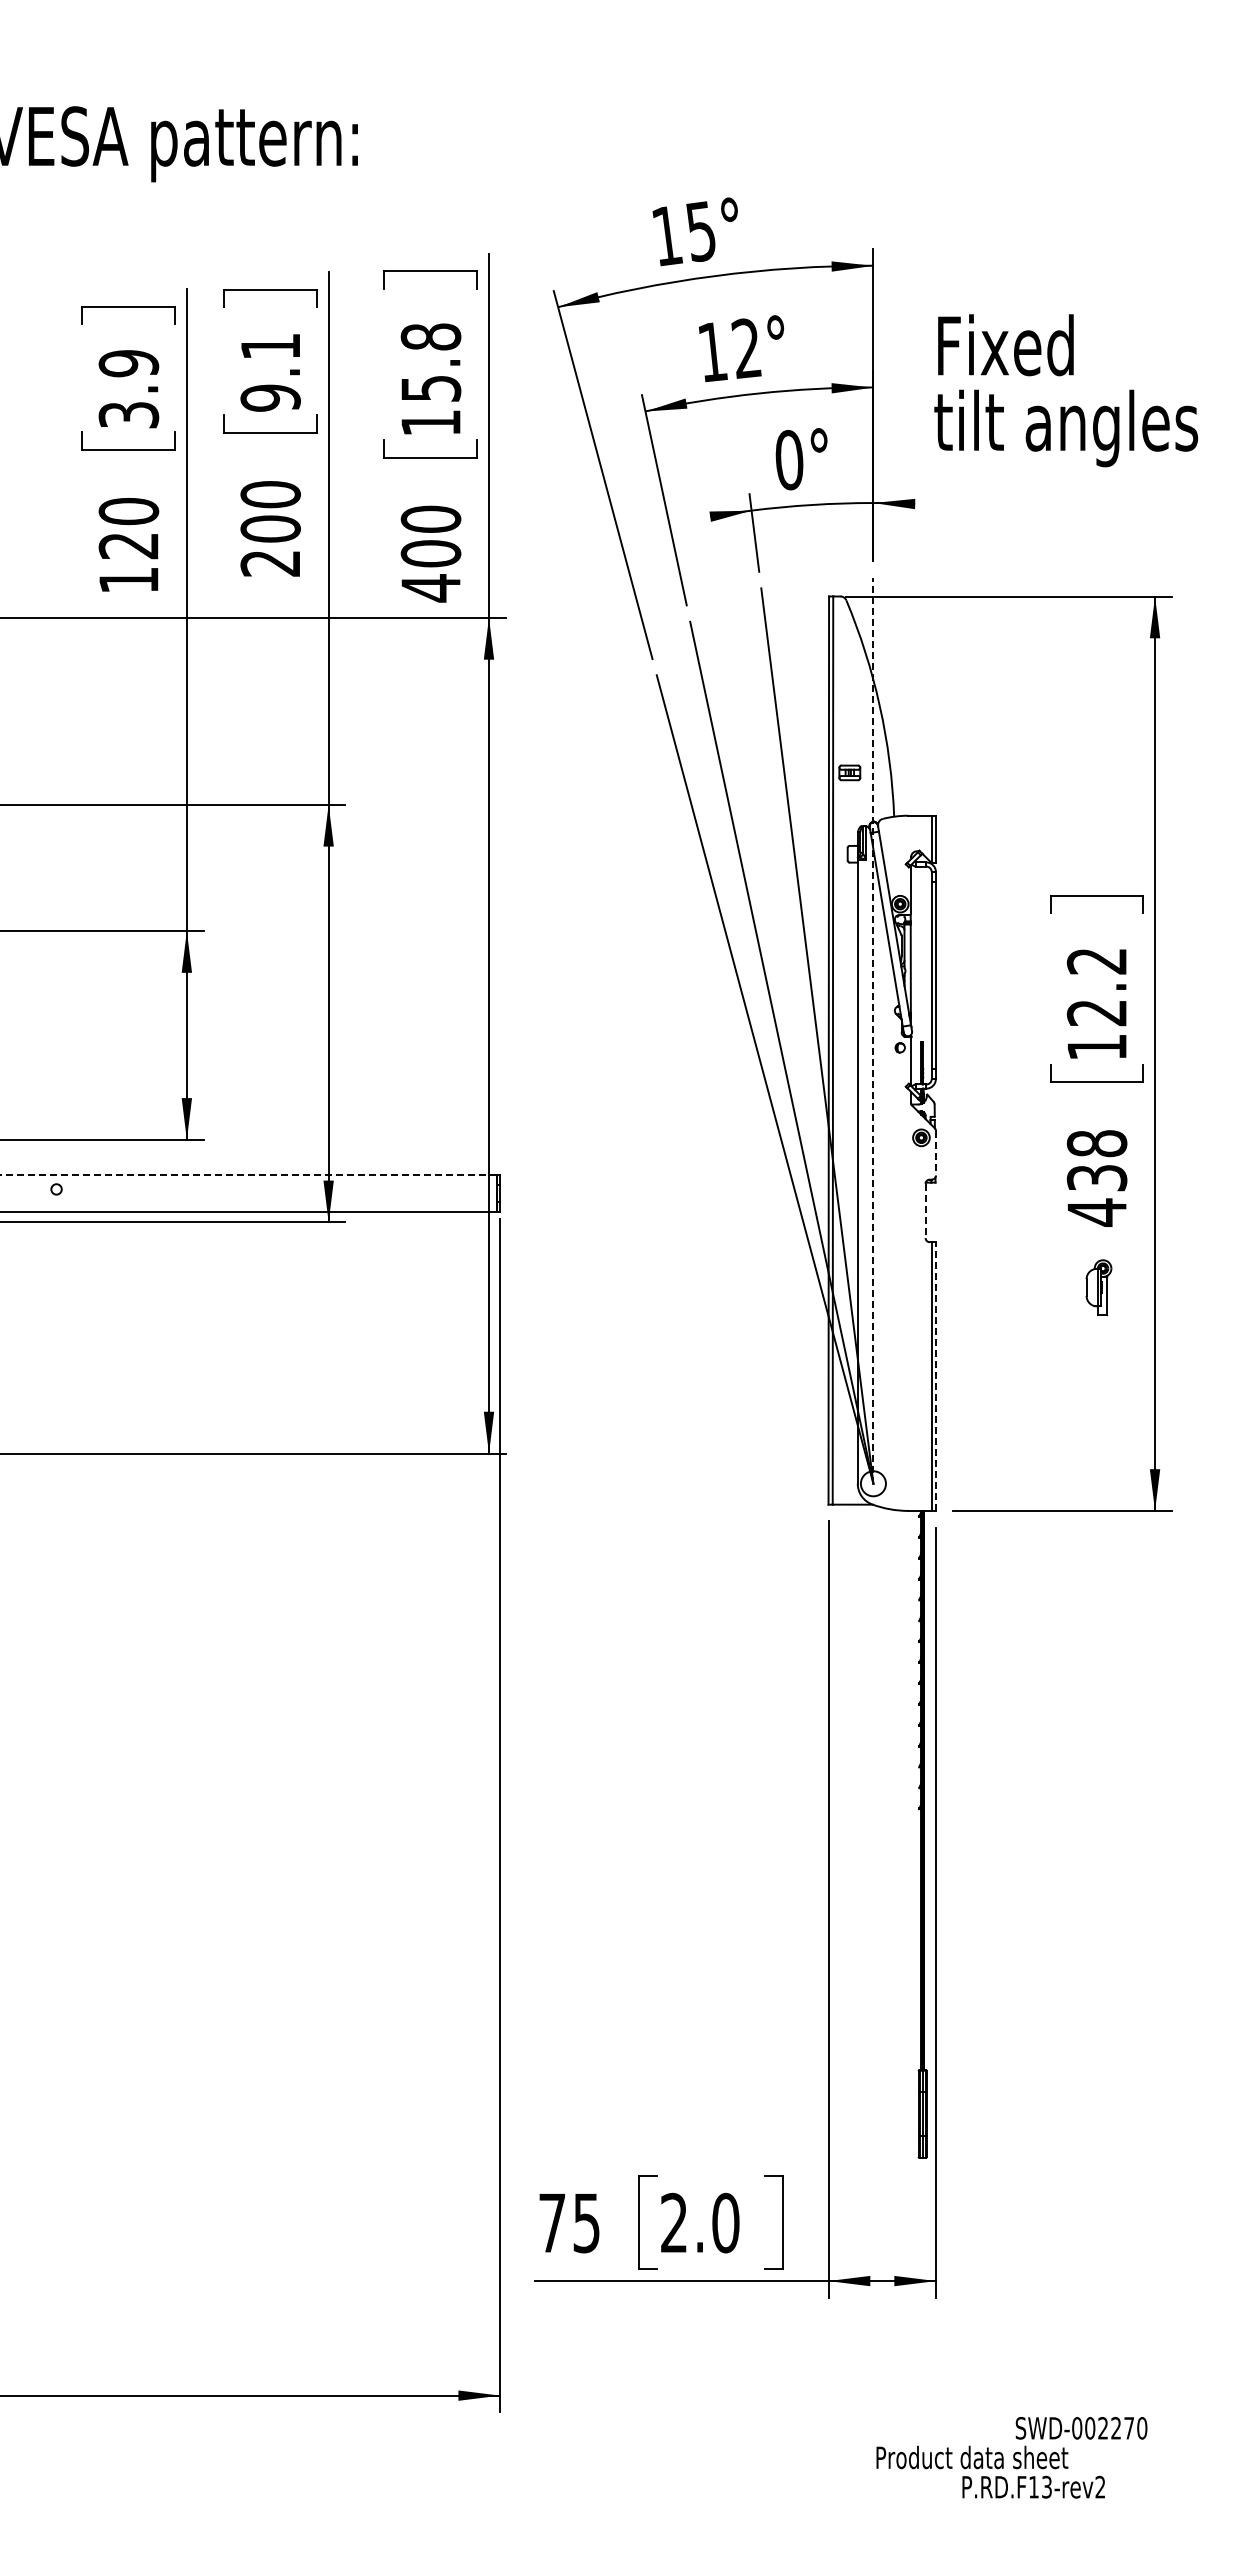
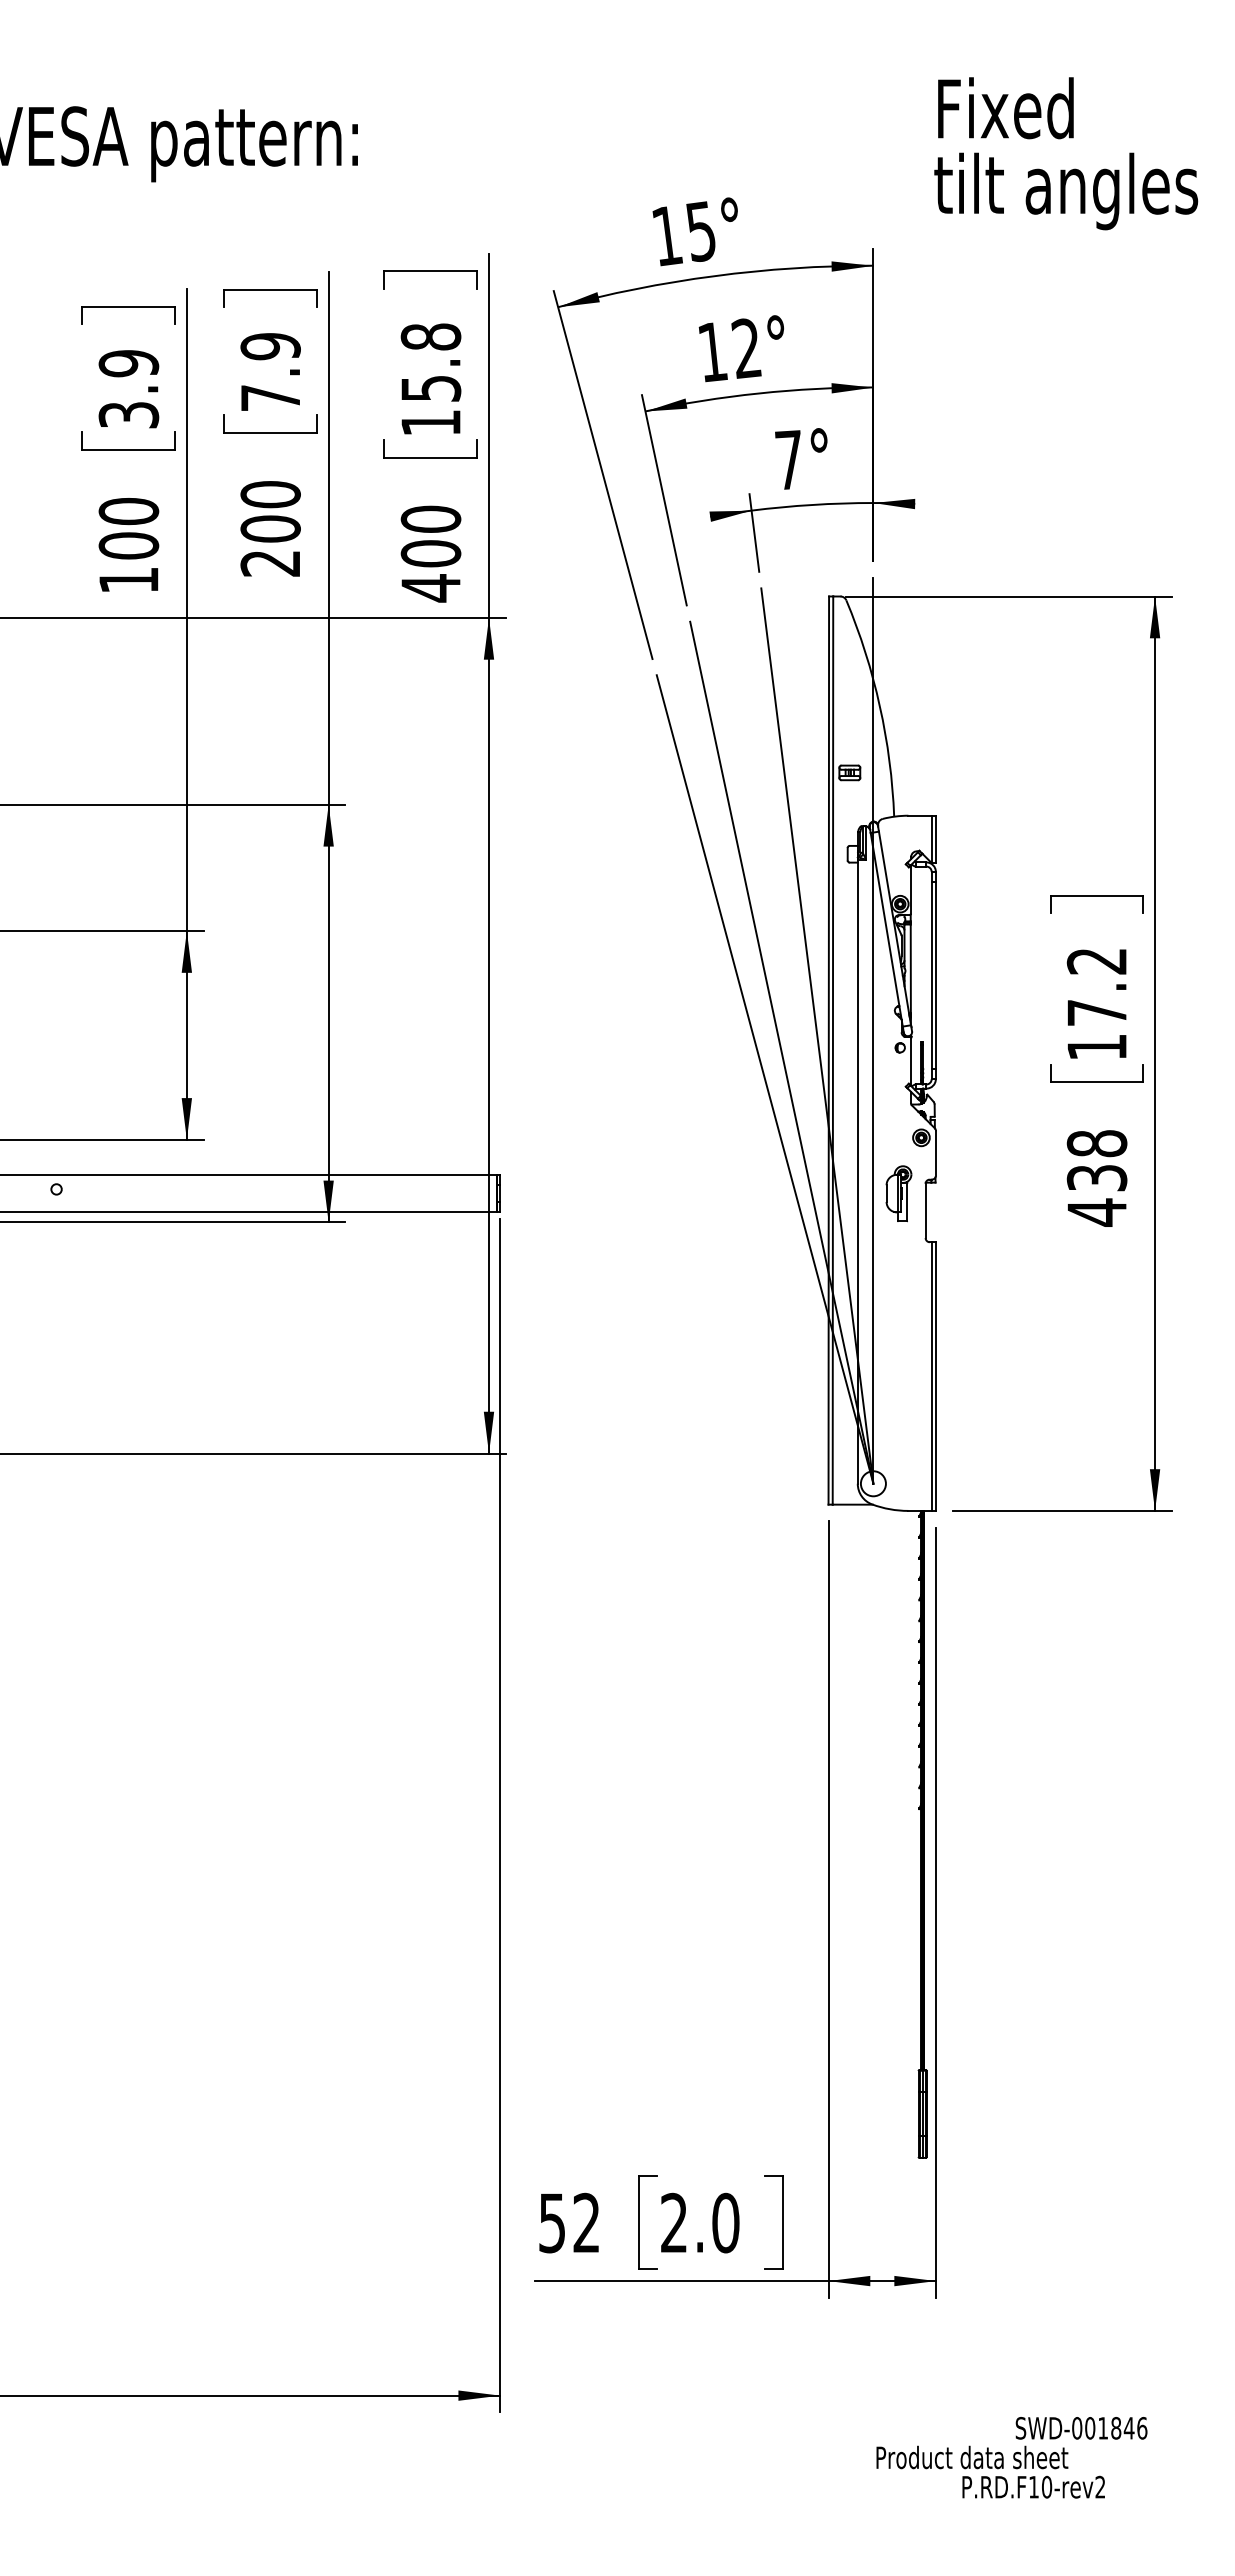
text at (270, 372): 9.1 -> 7.9
text at (1066, 390) position: (1066, 390) -> (1066, 153)
text at (789, 460): 0° -> 7°
text at (128, 545): 120 -> 100
text at (1096, 1013): 12.2 -> 17.2
line at (873, 1030): dashed -> solid
line at (936, 1153): dashed -> solid
line at (248, 1174): dashed -> solid
line at (925, 1211): dashed -> solid
part at (1098, 1287) position: (1098, 1287) -> (898, 1193)
line at (936, 1376): dashed -> solid
text at (569, 2222): 75 -> 52
text at (1122, 2427): SWD-002270 -> SWD-001846
text at (1047, 2486): P.RD.F13-rev2 -> P.RD.F10-rev2
